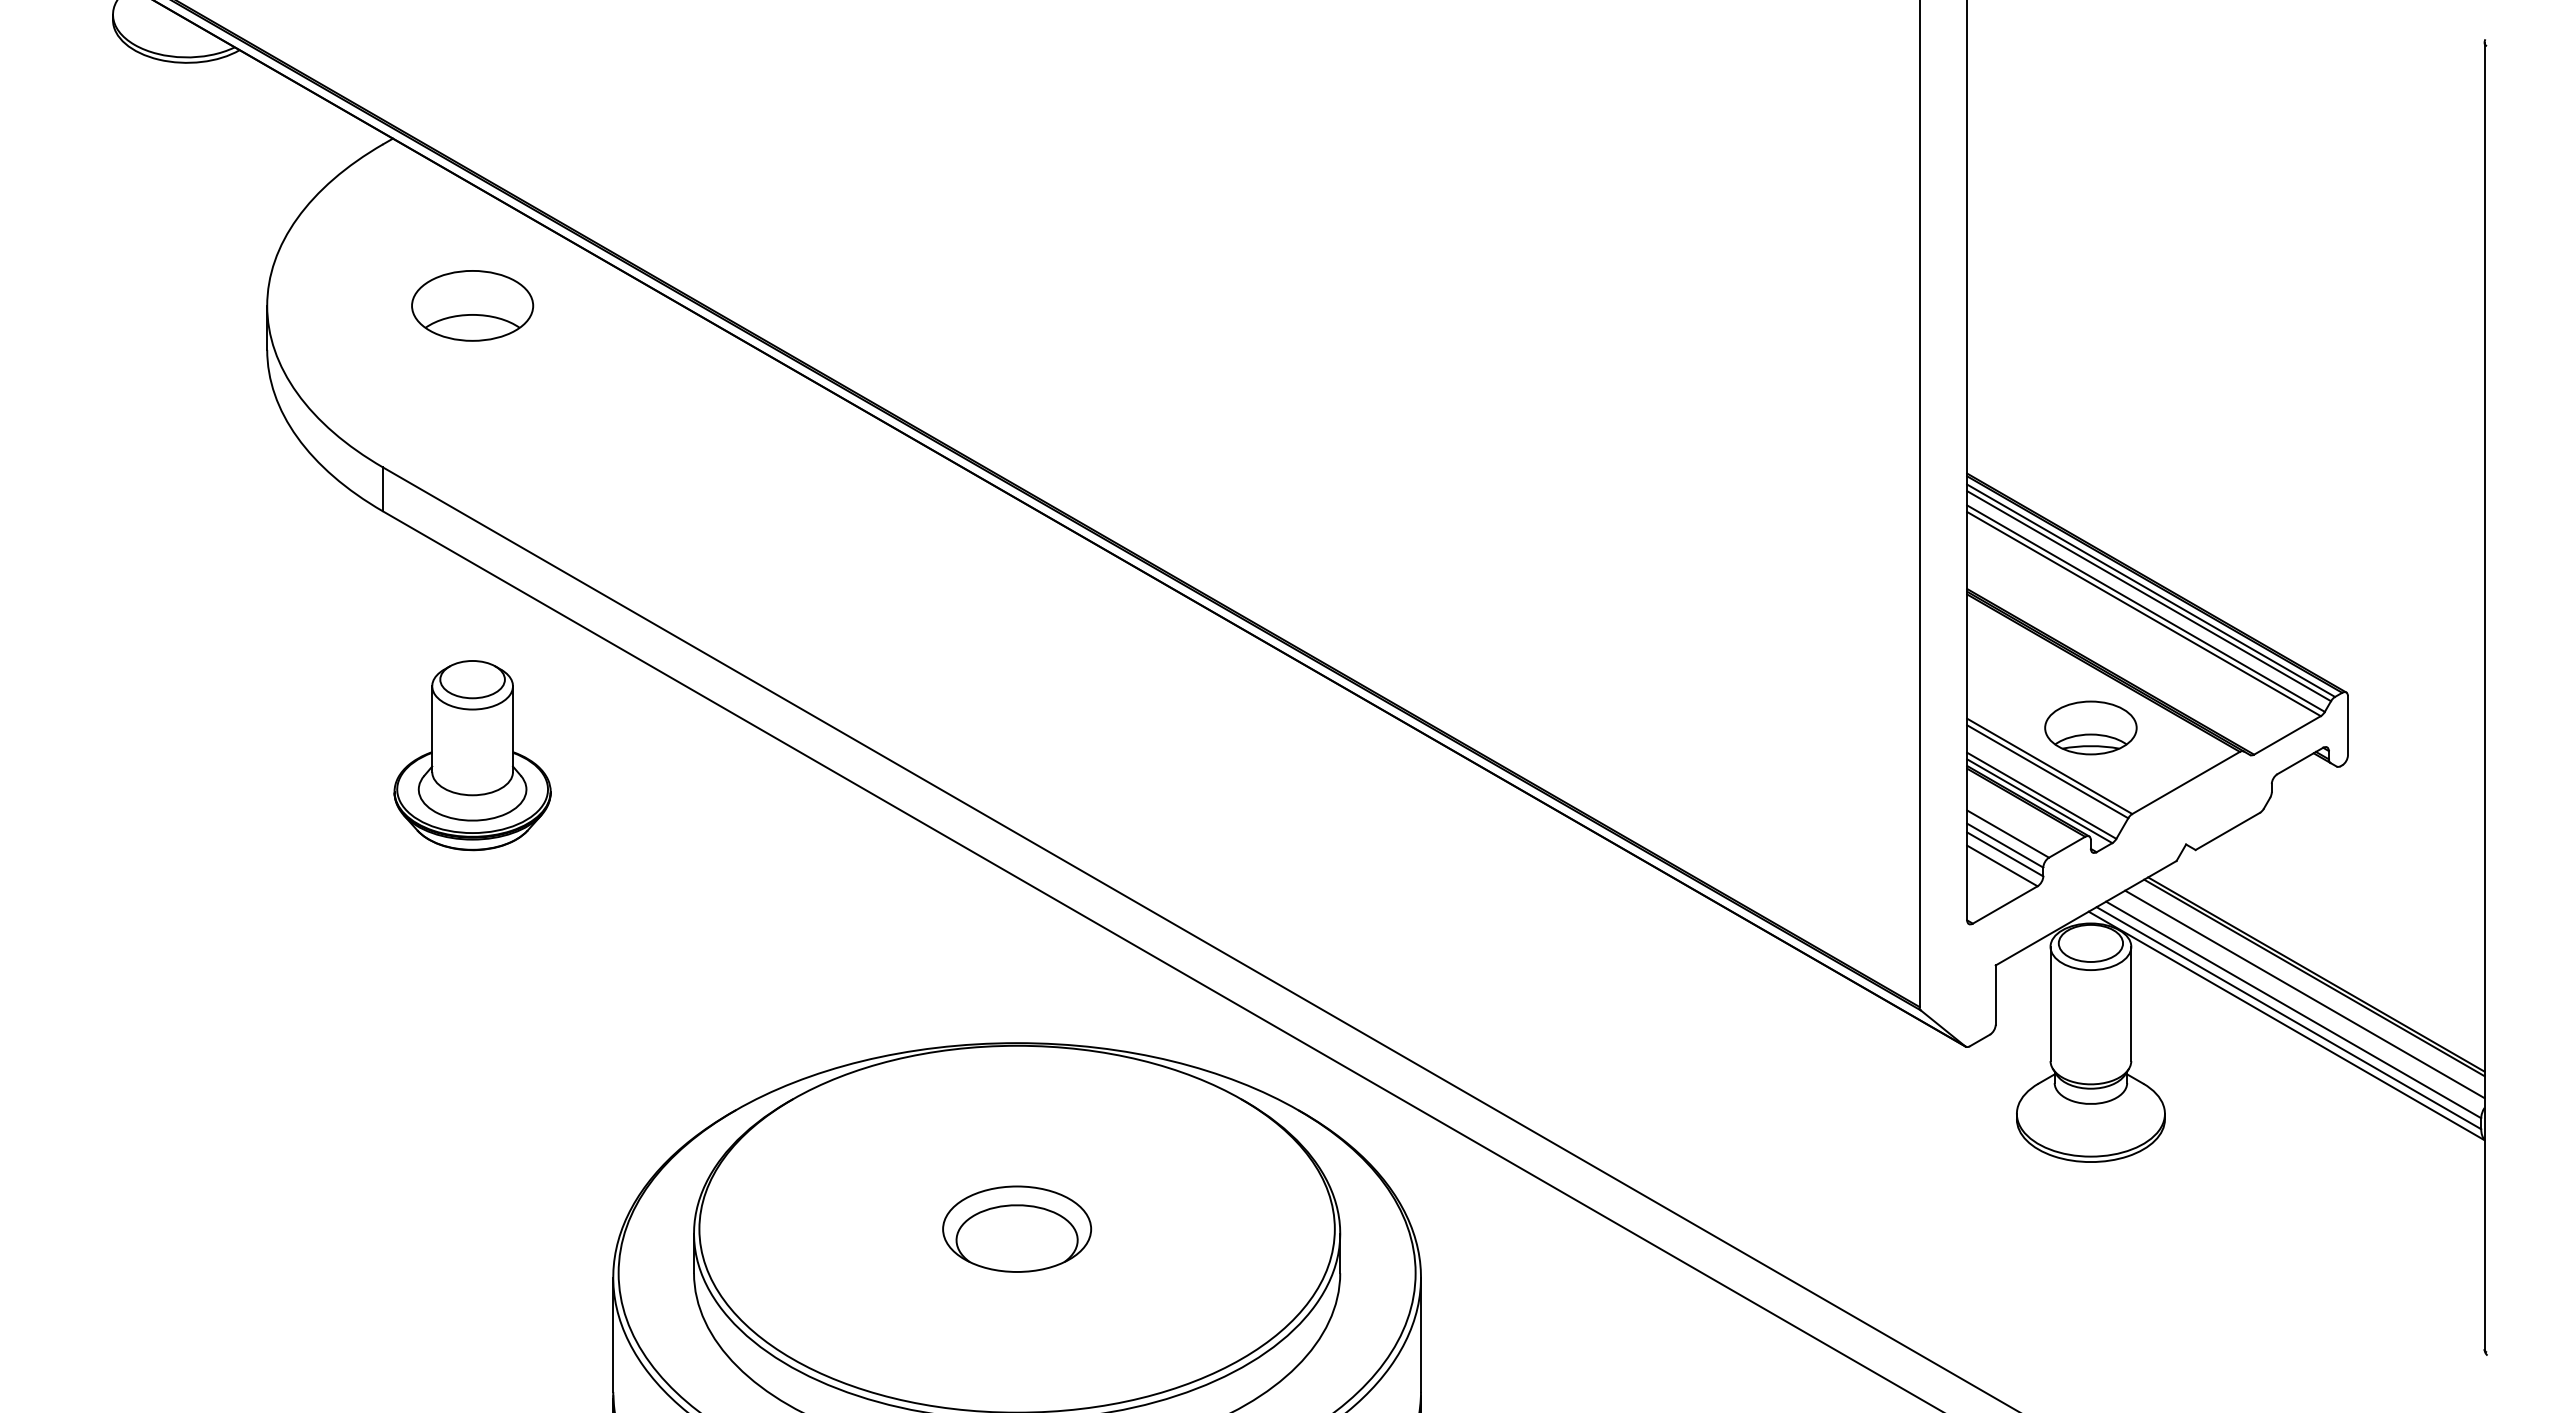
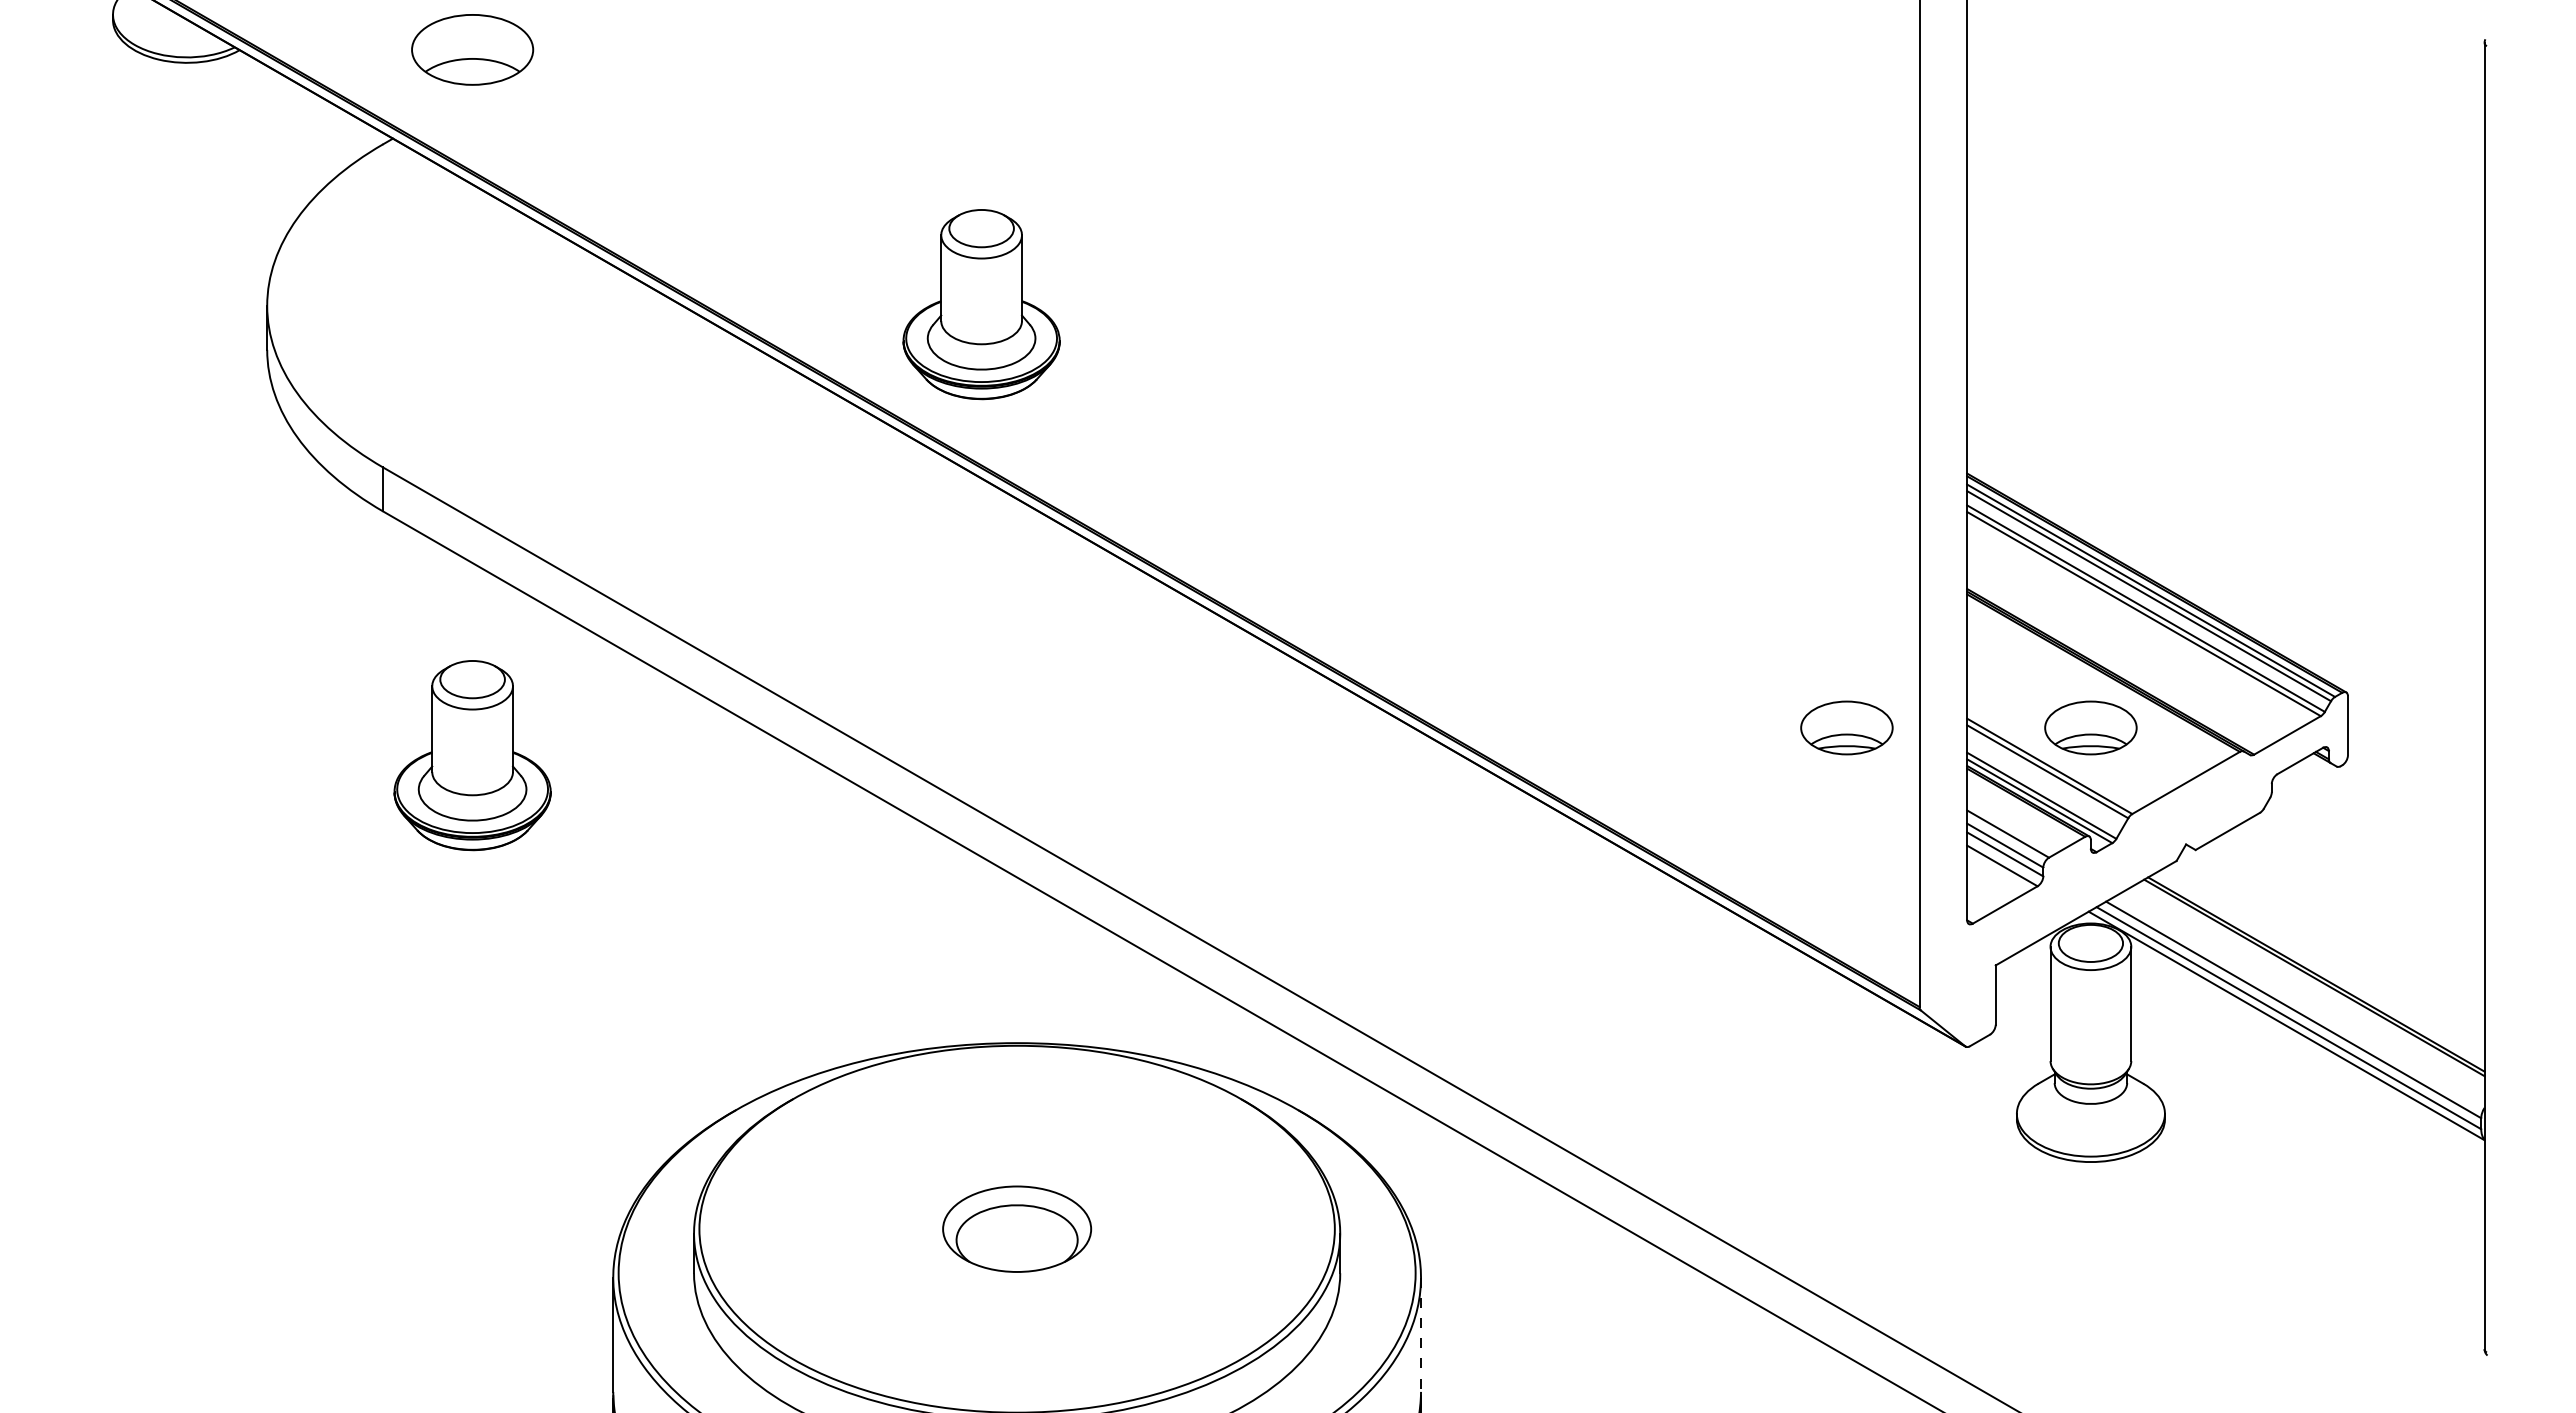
part at (981, 304): none -> present
part at (472, 305) position: (472, 305) -> (472, 49)
part at (1846, 727): none -> present
line at (2304, 994): present -> none
line at (1421, 1335): solid -> dashed
